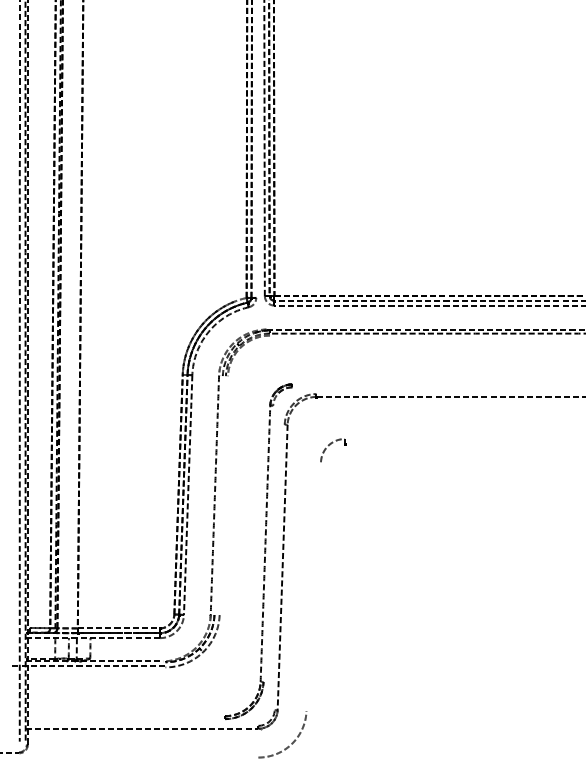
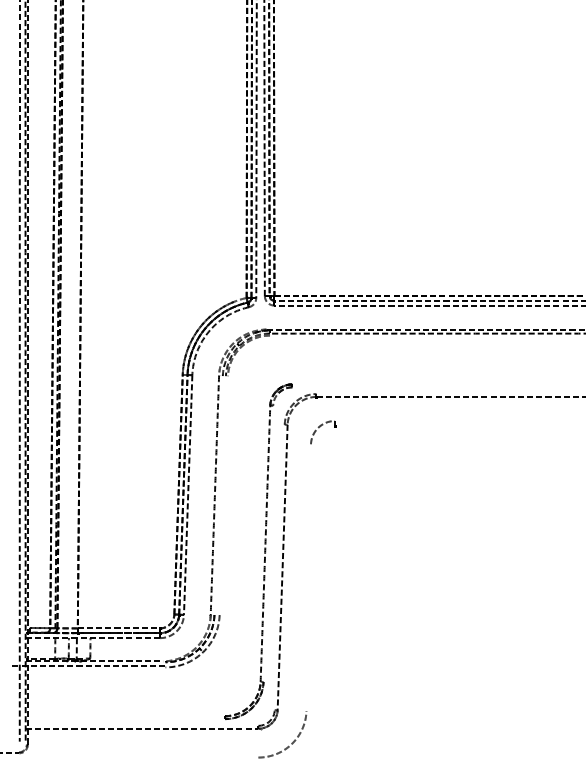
line at (256, 149): none -> present
part at (333, 450) position: (333, 450) -> (323, 432)
